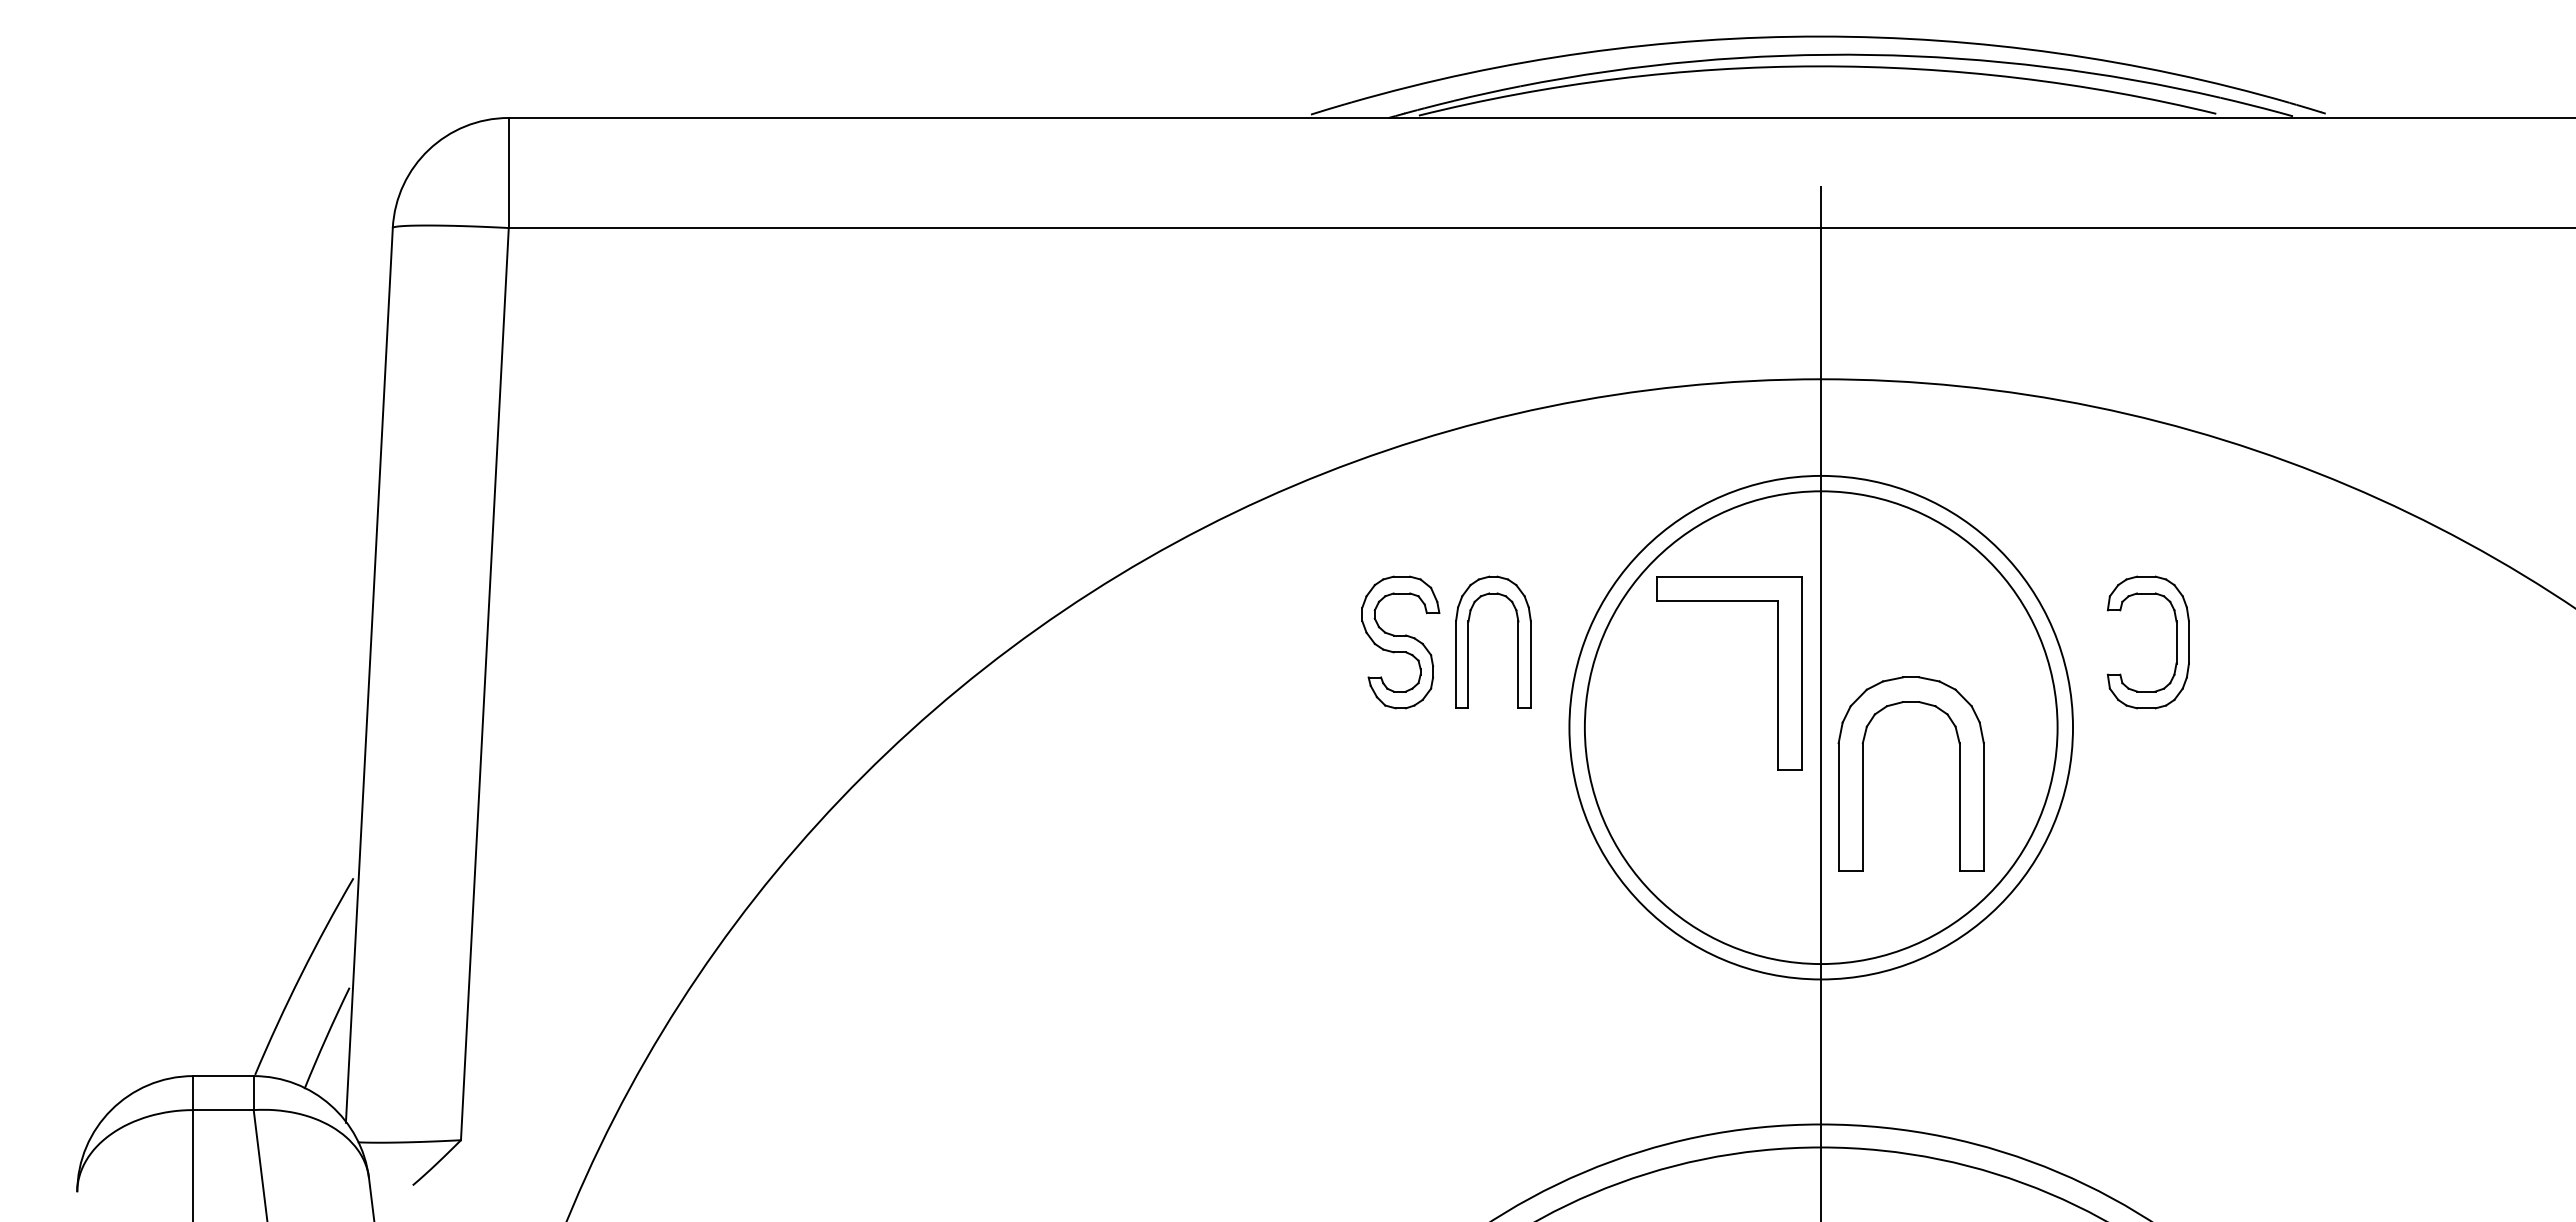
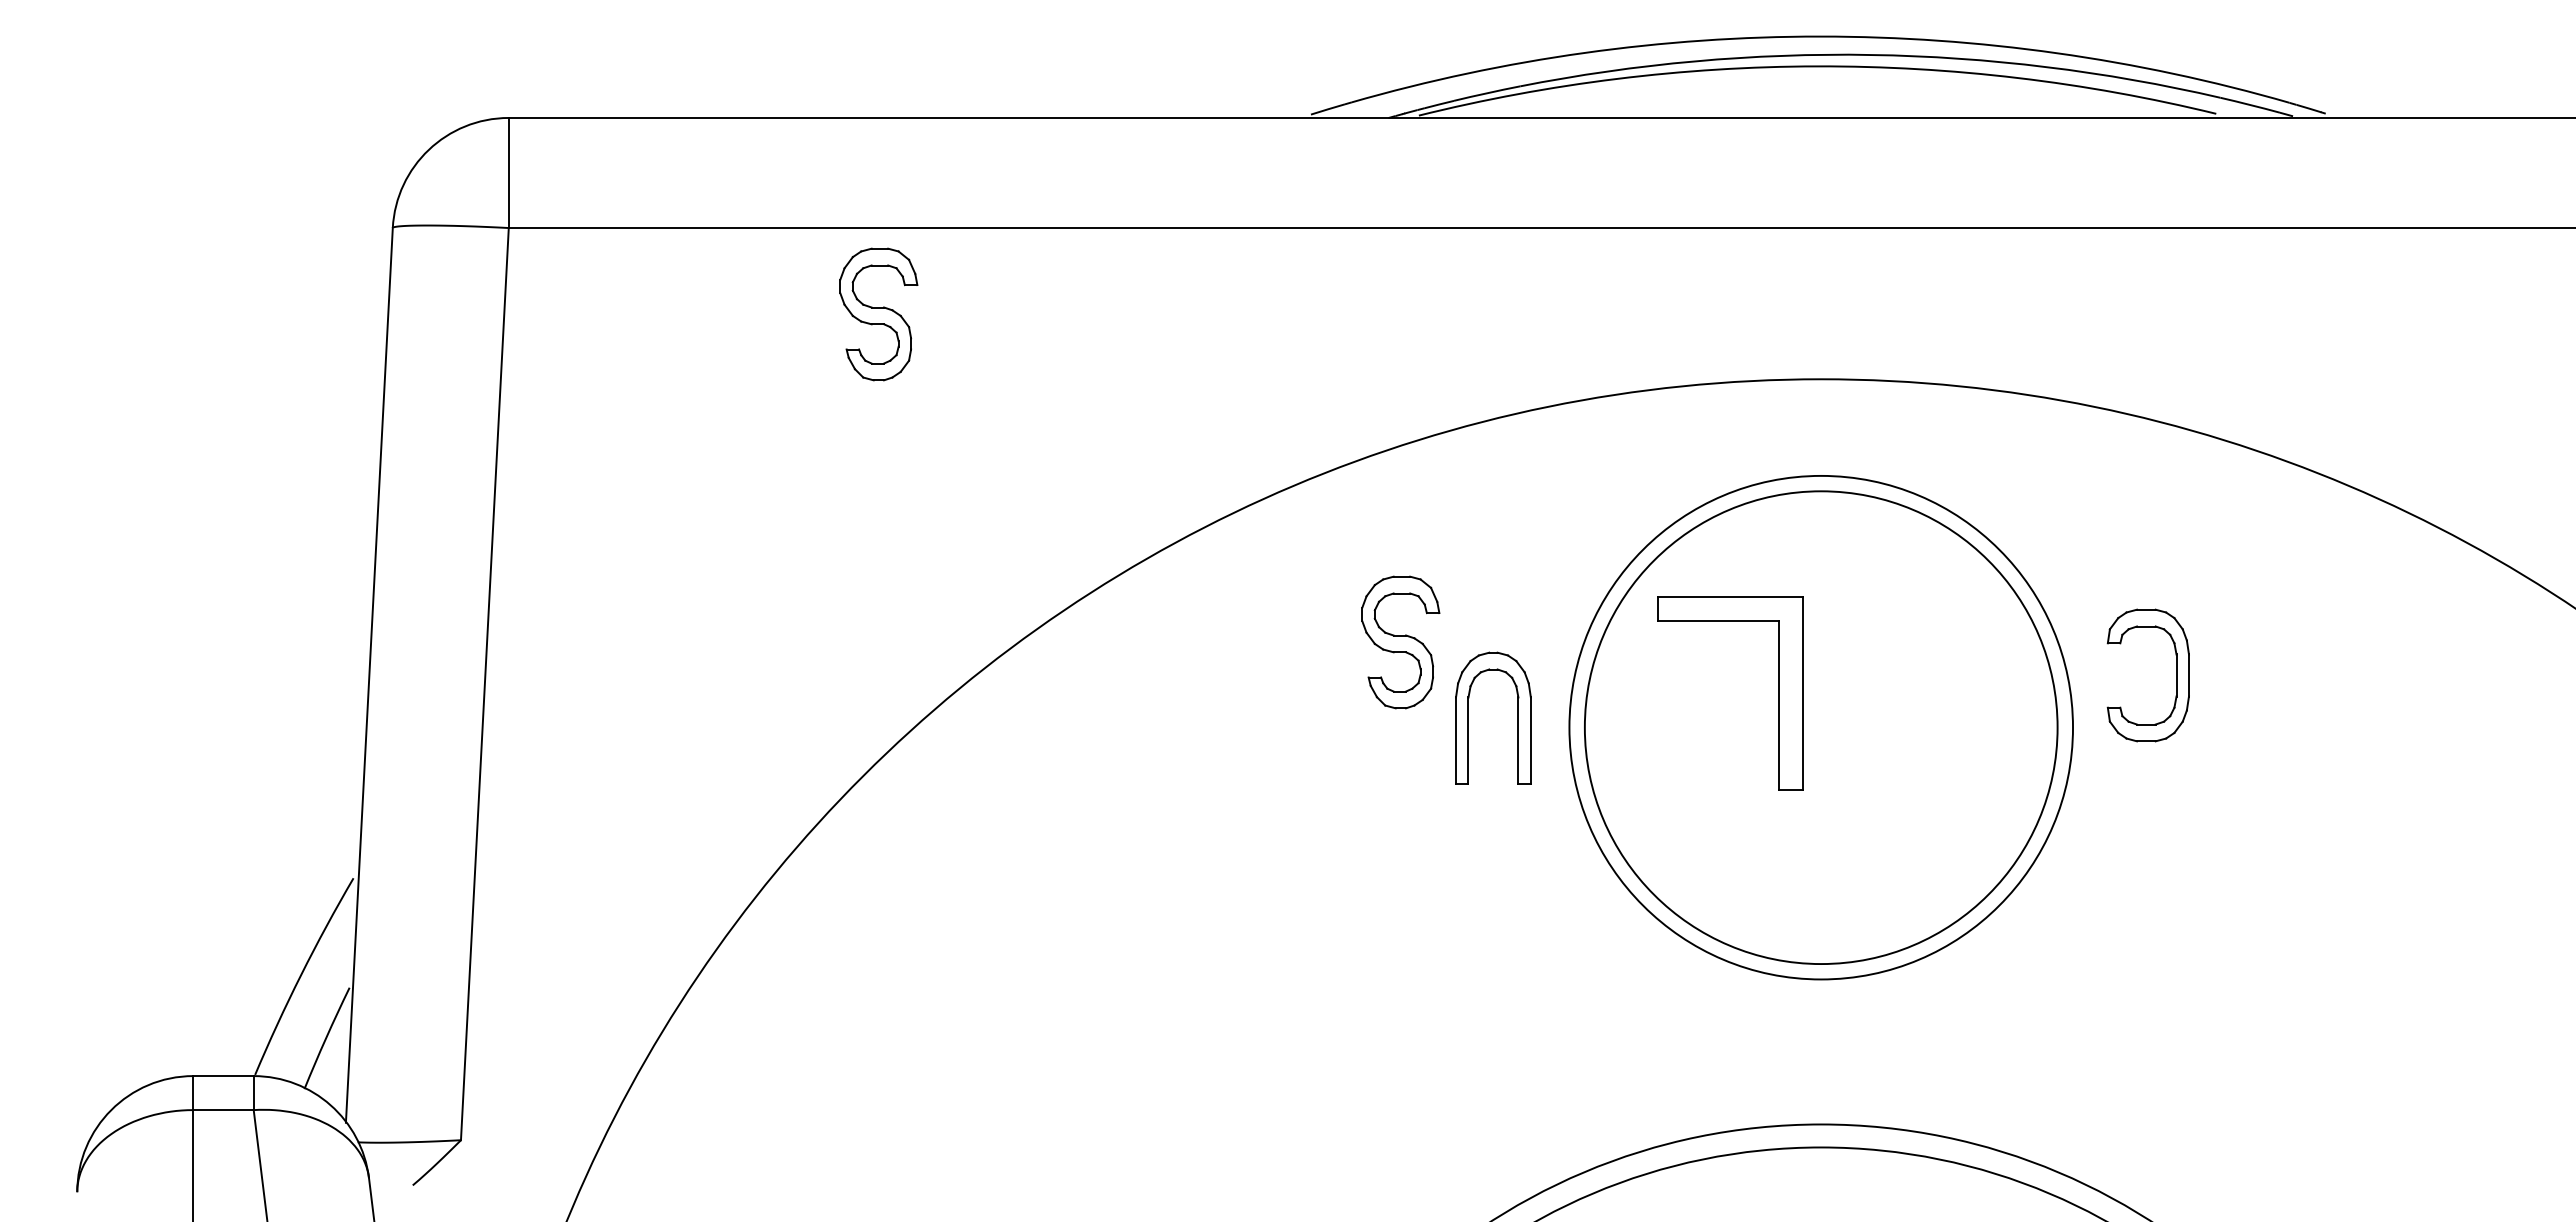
part at (878, 314): none -> present
part at (1517, 641) position: (1517, 641) -> (1517, 717)
part at (2176, 642) position: (2176, 642) -> (2176, 675)
part at (1777, 673) position: (1777, 673) -> (1778, 693)
line at (1821, 701): present -> none
part at (1863, 773): present -> none
